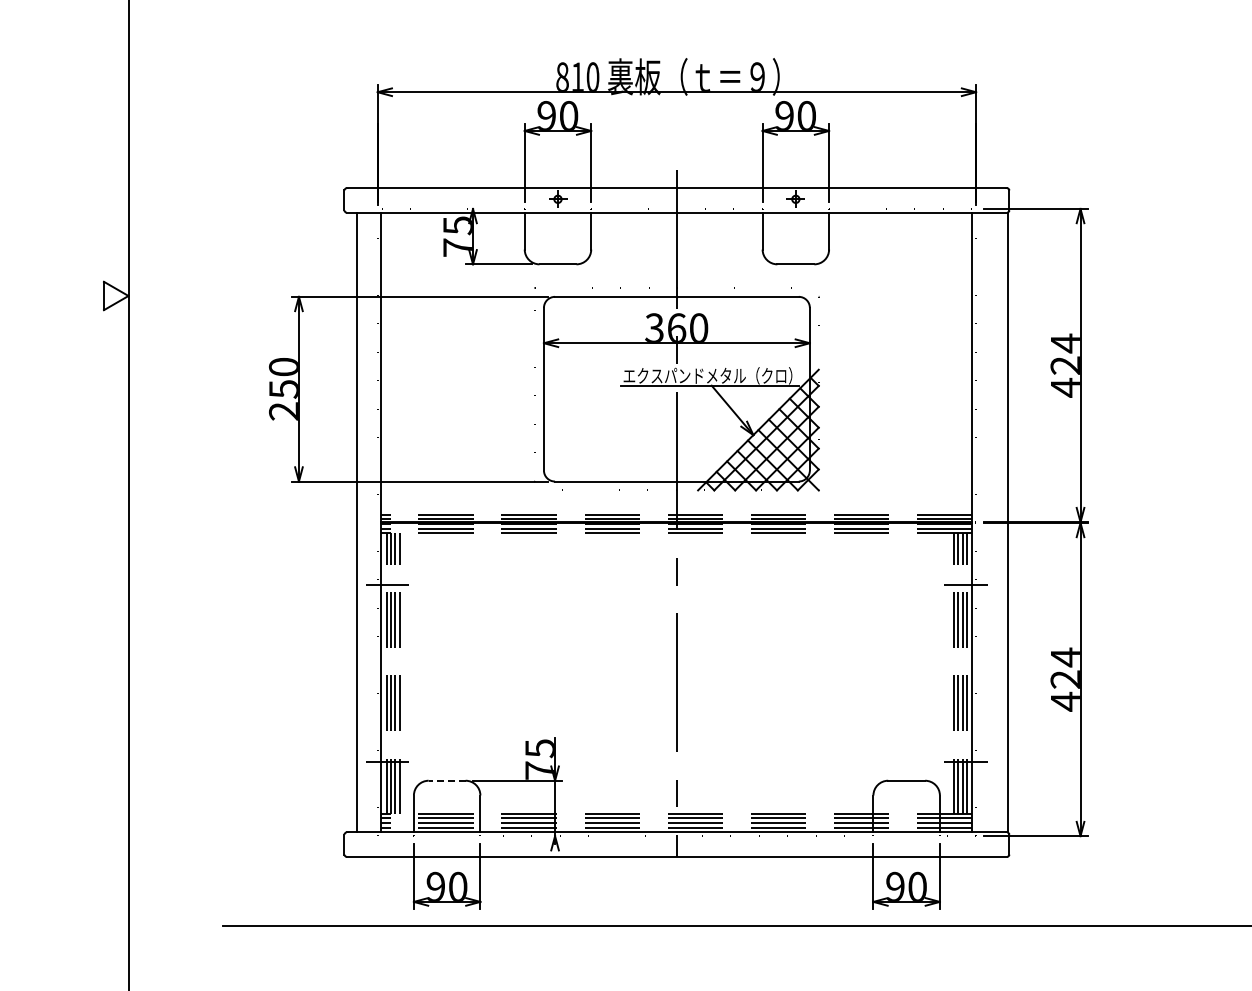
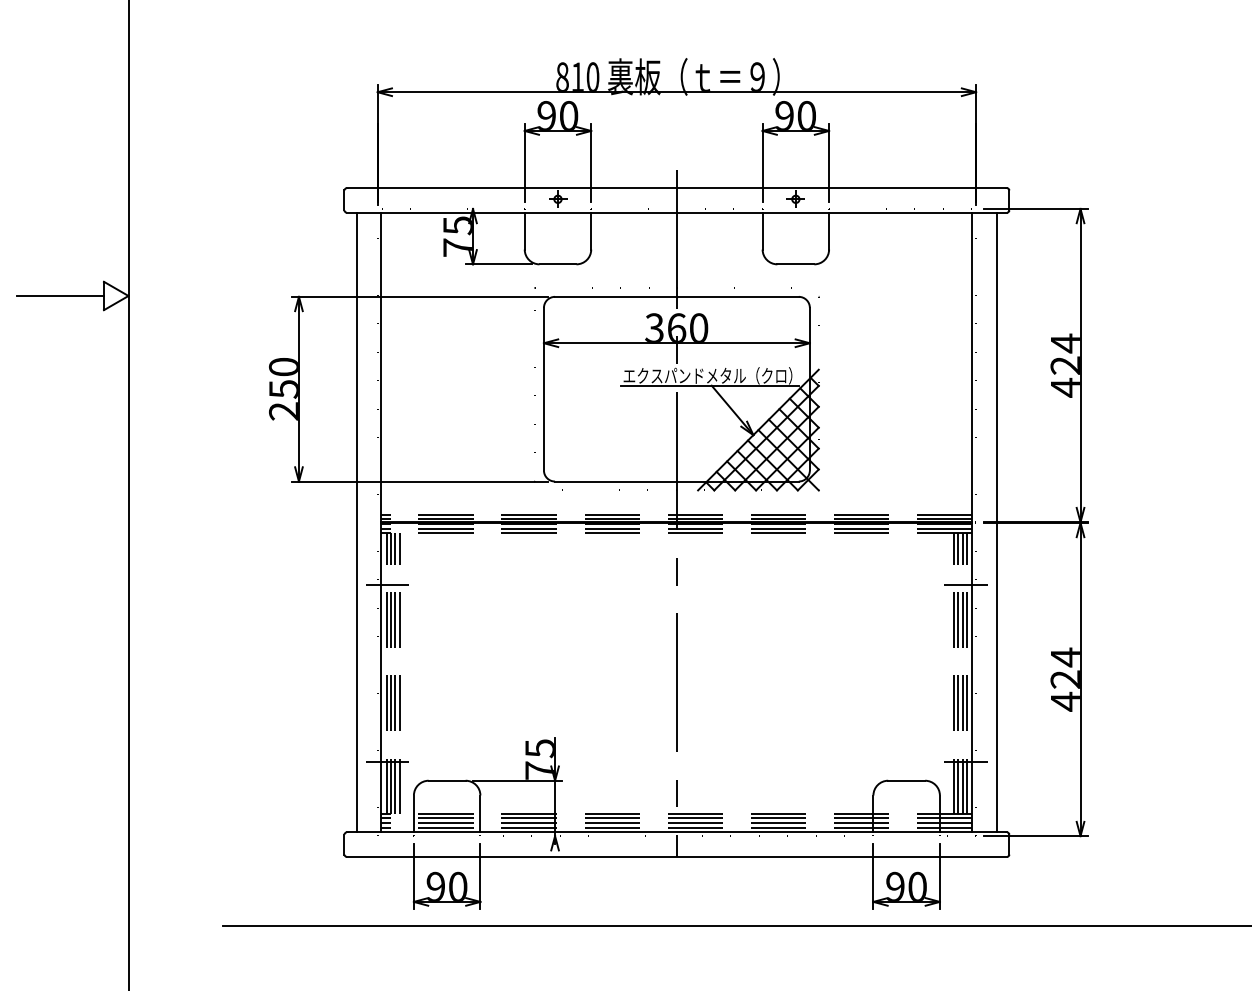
line at (60, 296): none -> present
line at (1007, 522) position: (1007, 522) -> (996, 522)
line at (446, 780): dashed -> solid
